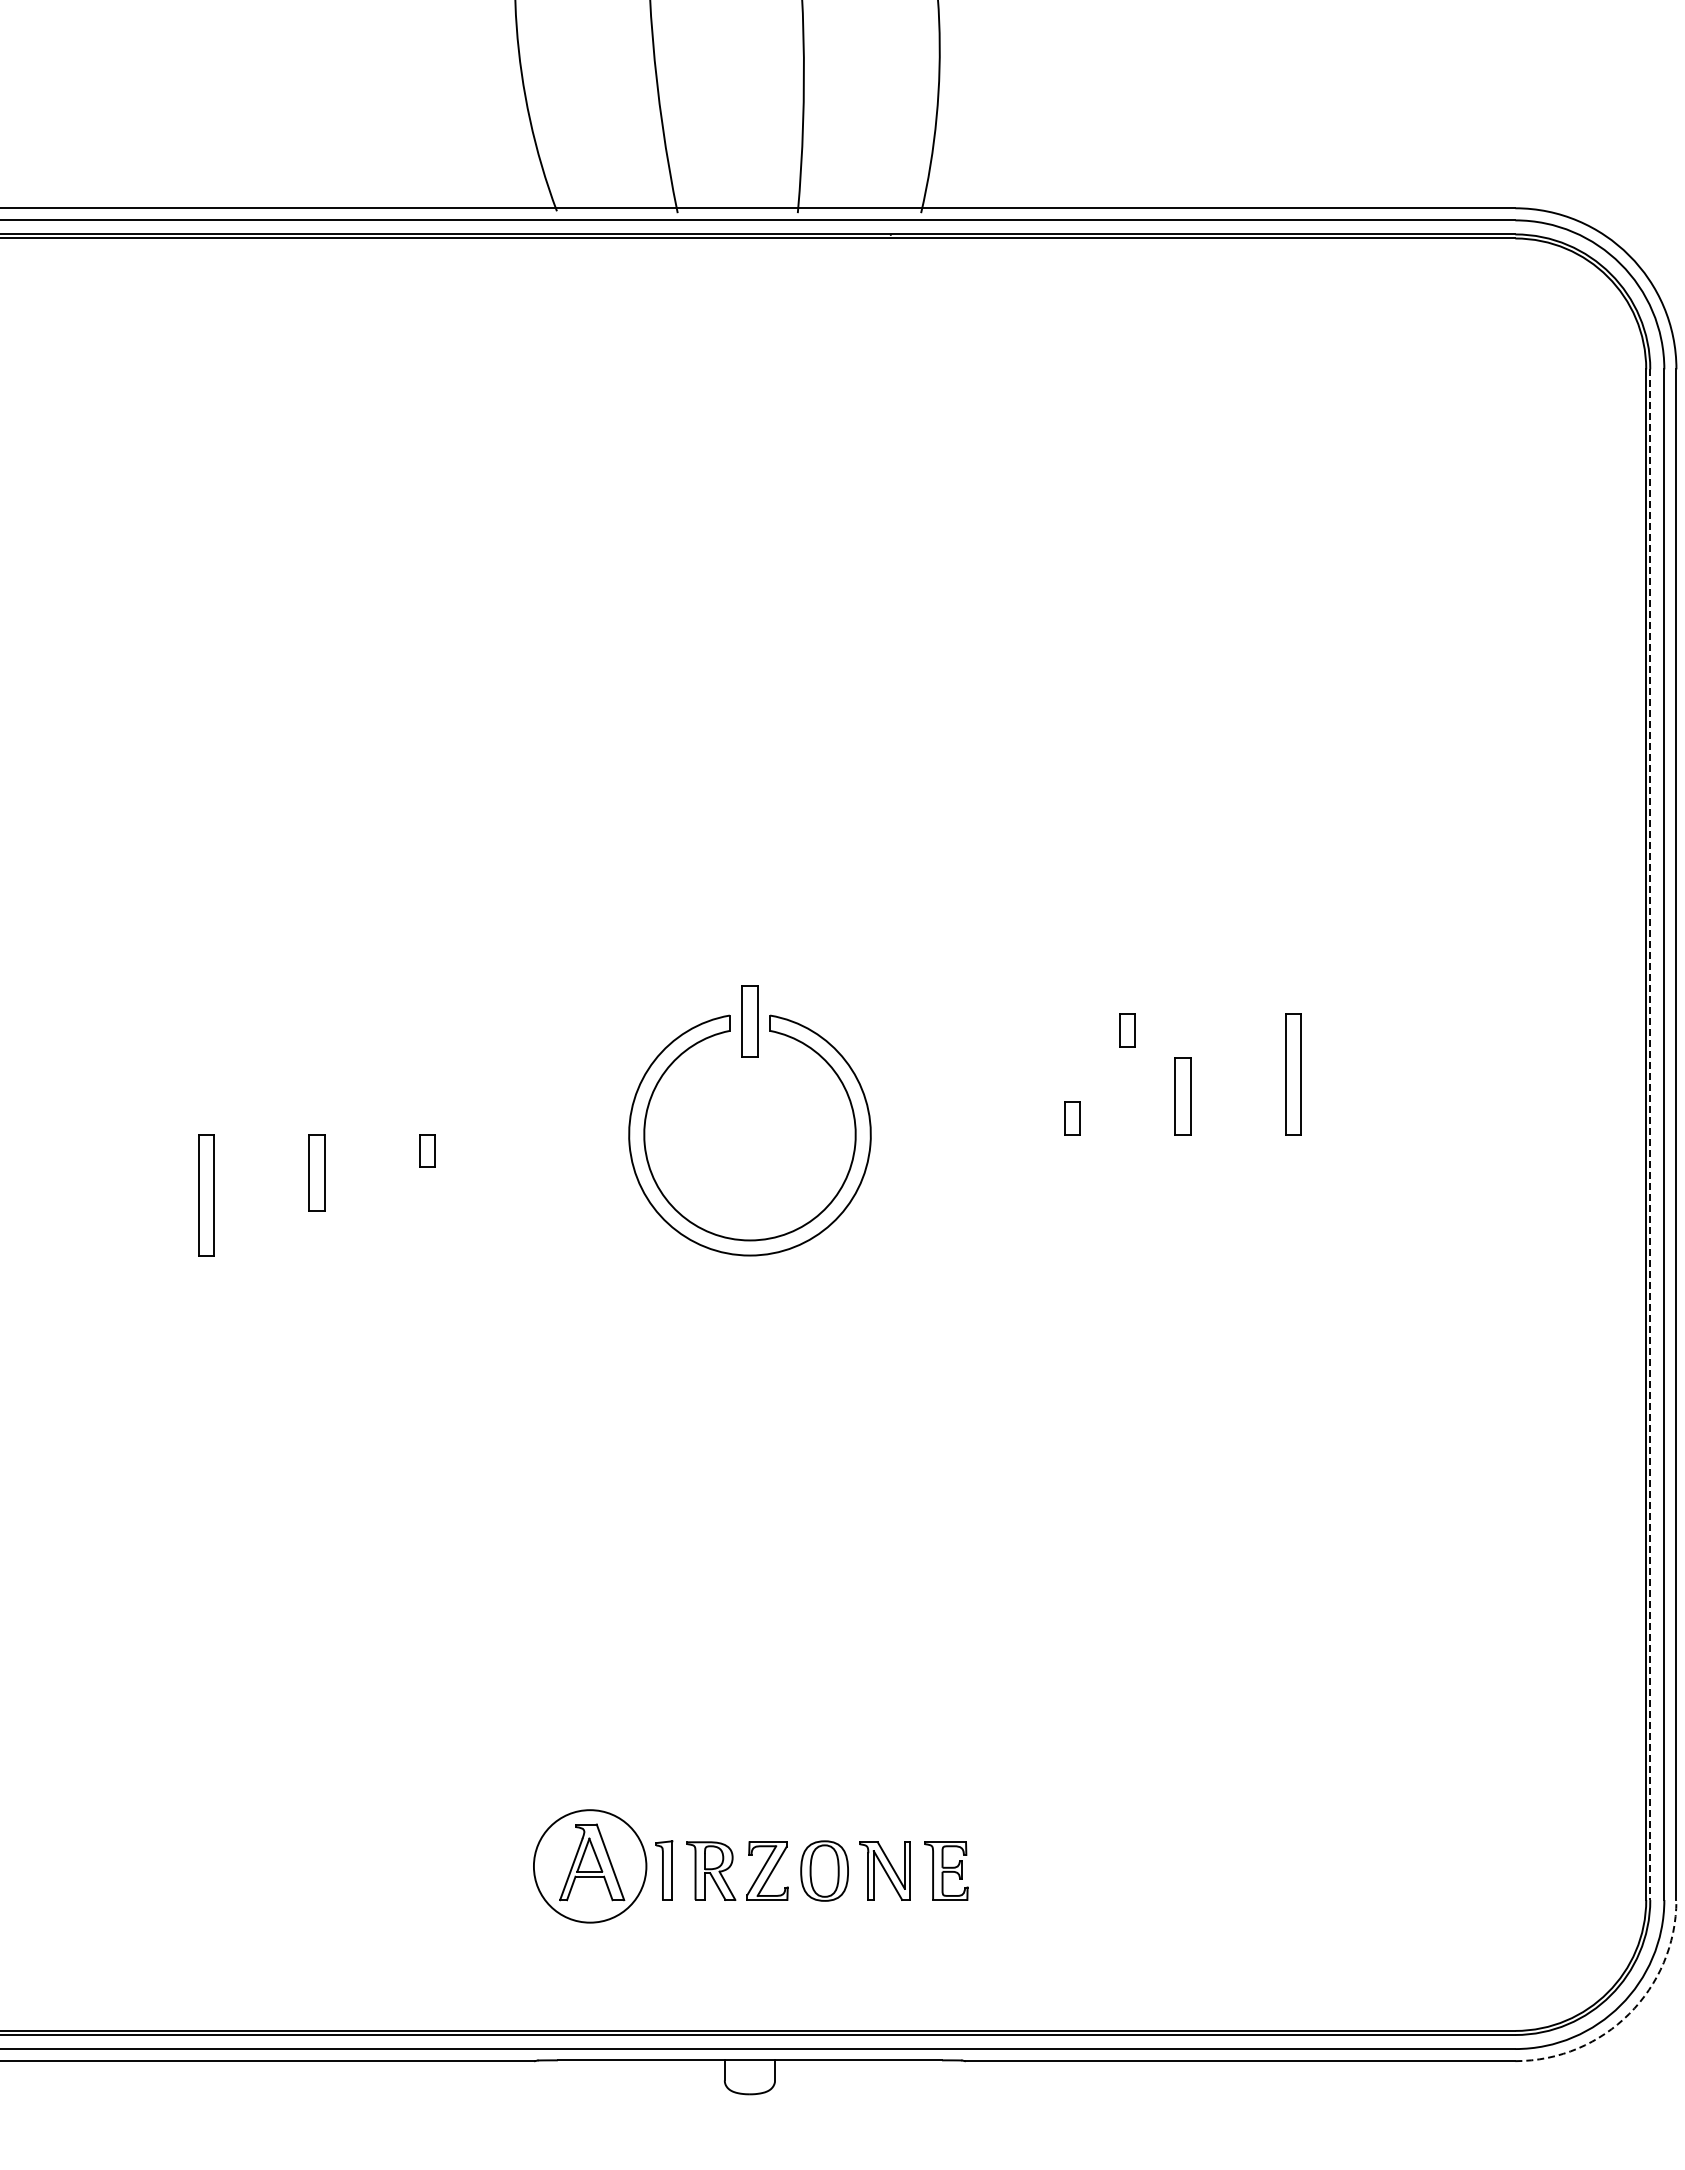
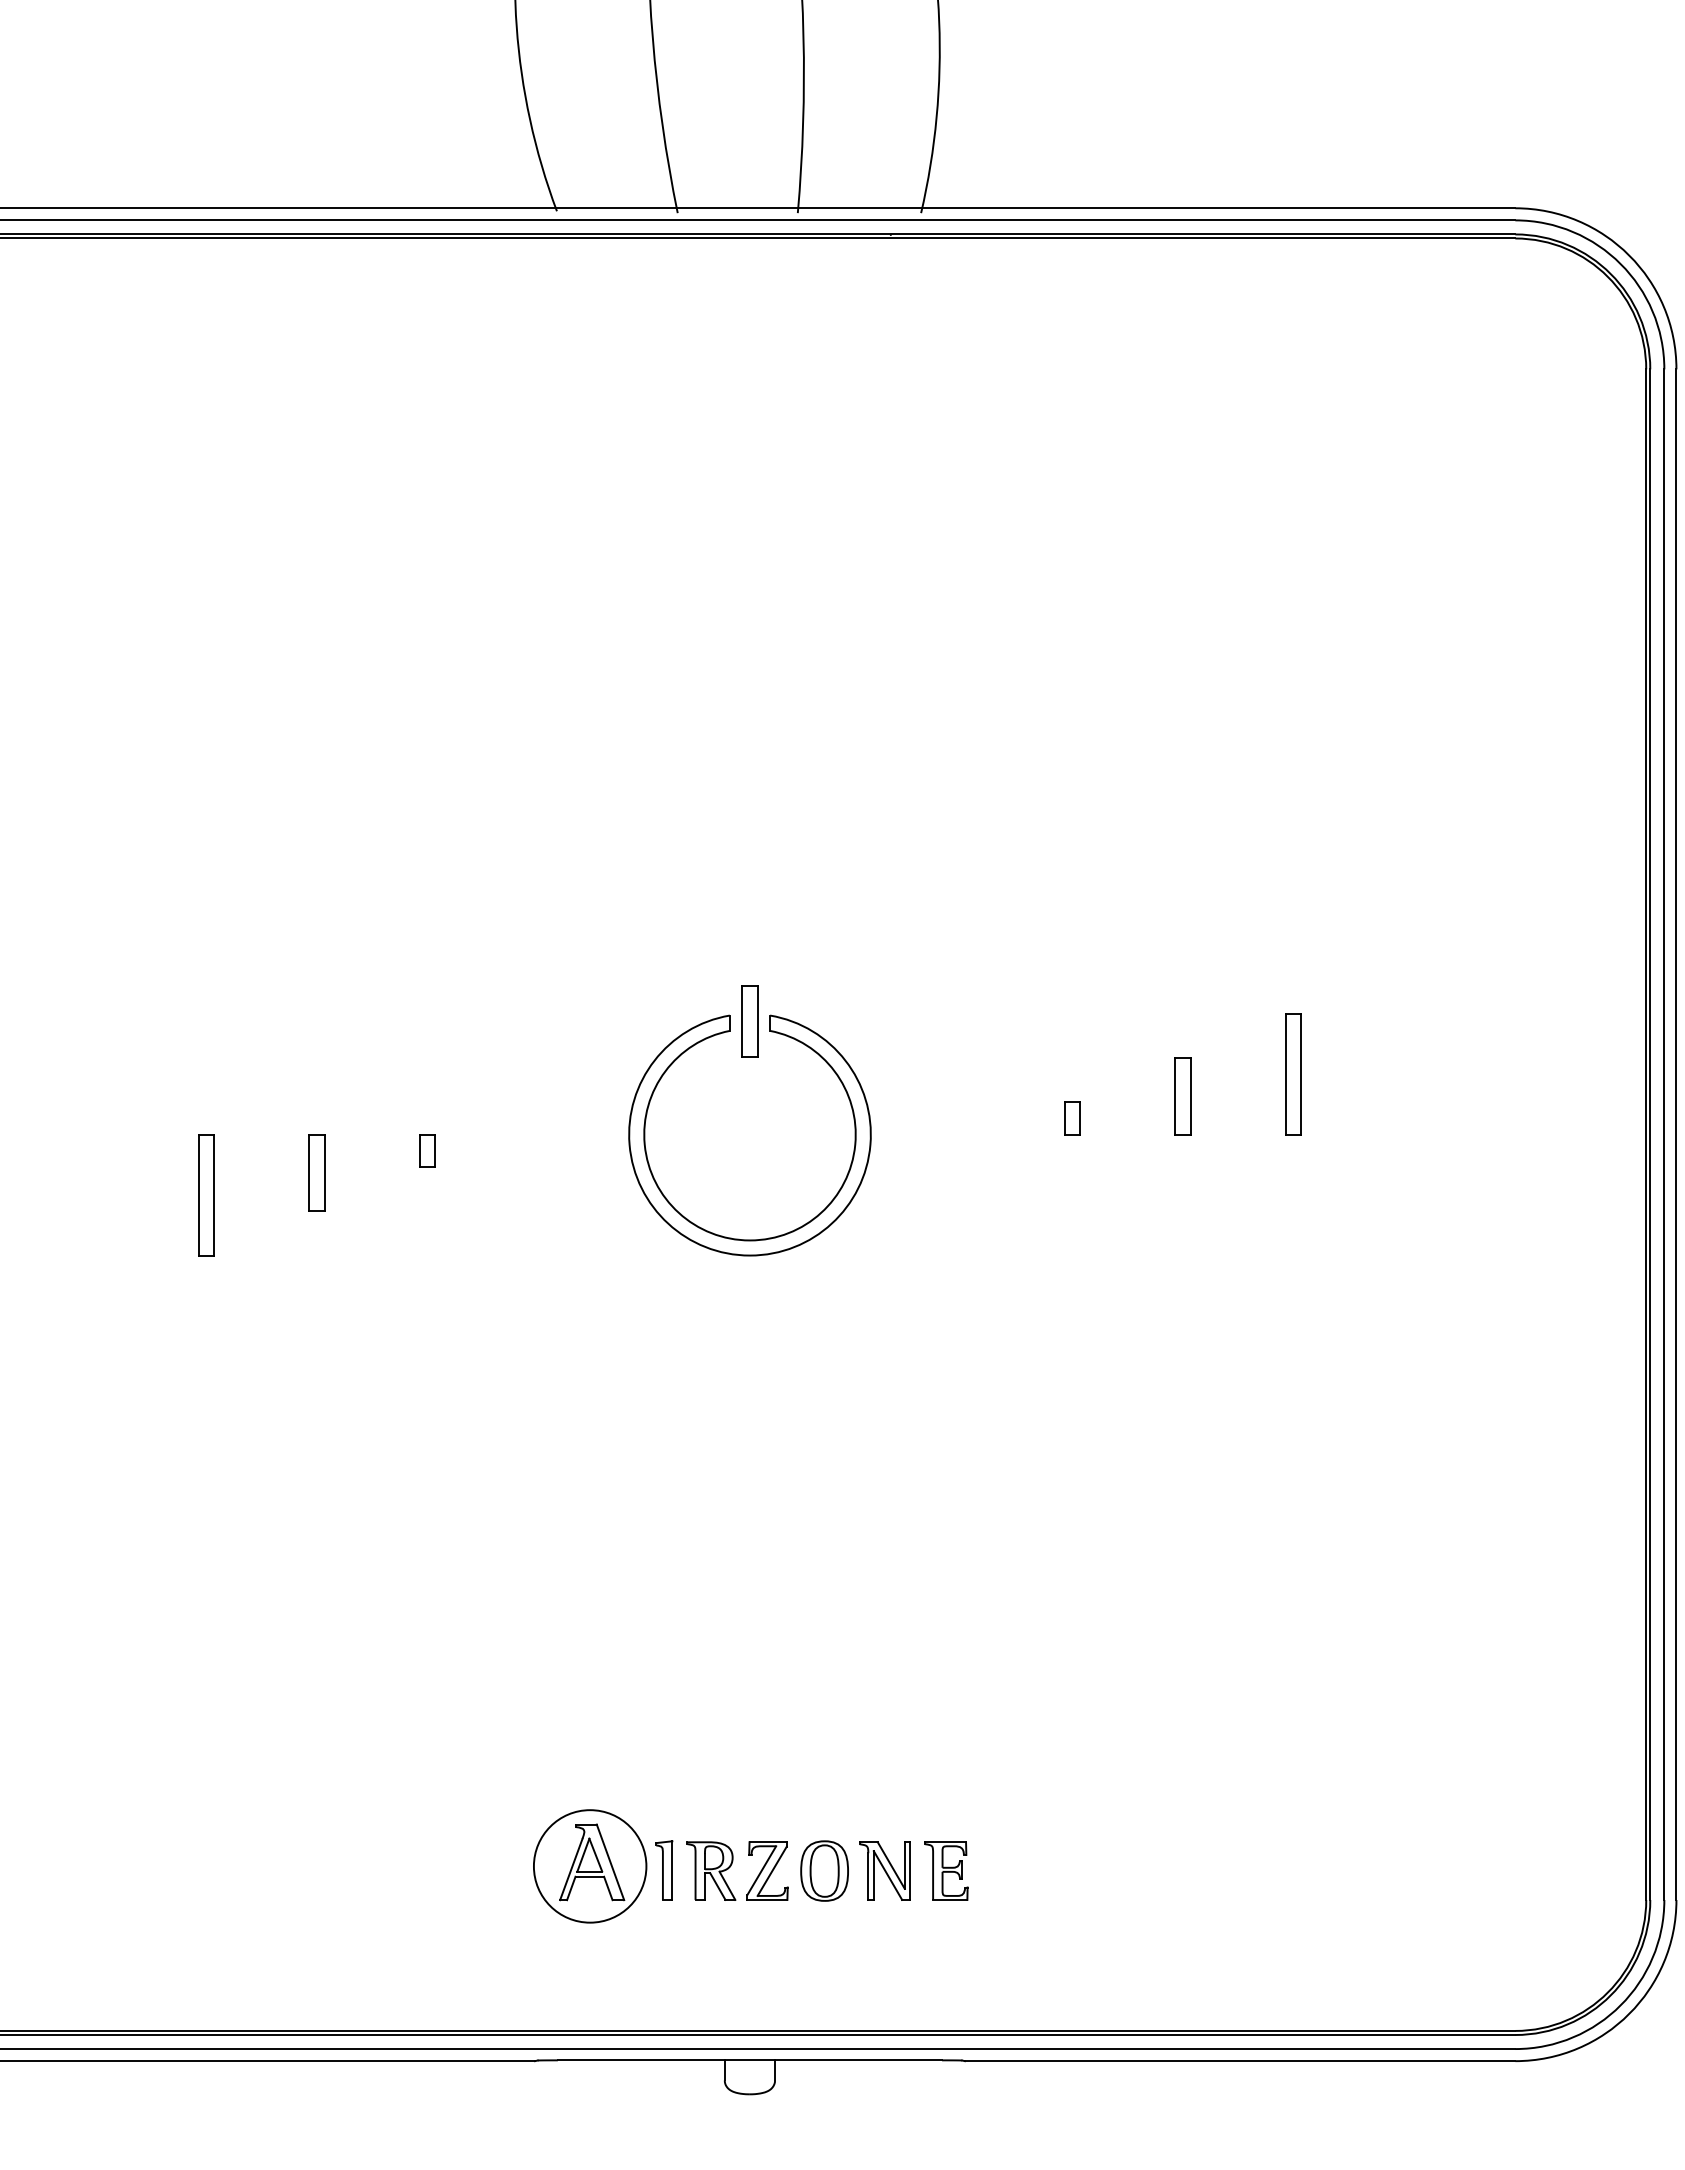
part at (1127, 1030): present -> none
line at (1650, 1135): dashed -> solid
arc at (1629, 2013): dashed -> solid
